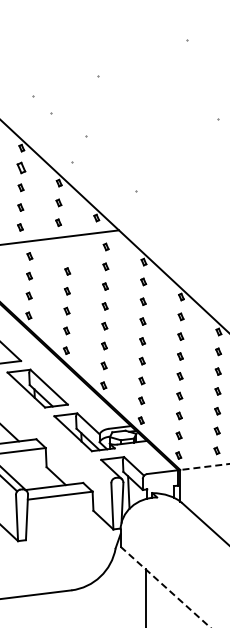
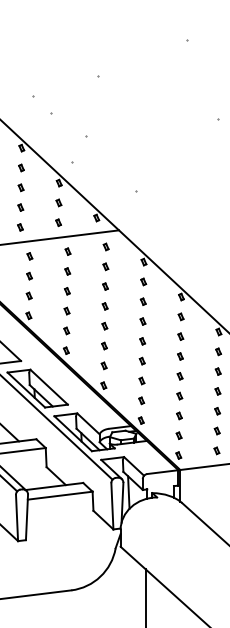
part at (21, 167) size: 11x14 px -> 7x10 px
part at (67, 251): none -> present
line at (57, 427): none -> present
line at (205, 466): dashed -> solid
line at (165, 587): dashed -> solid
